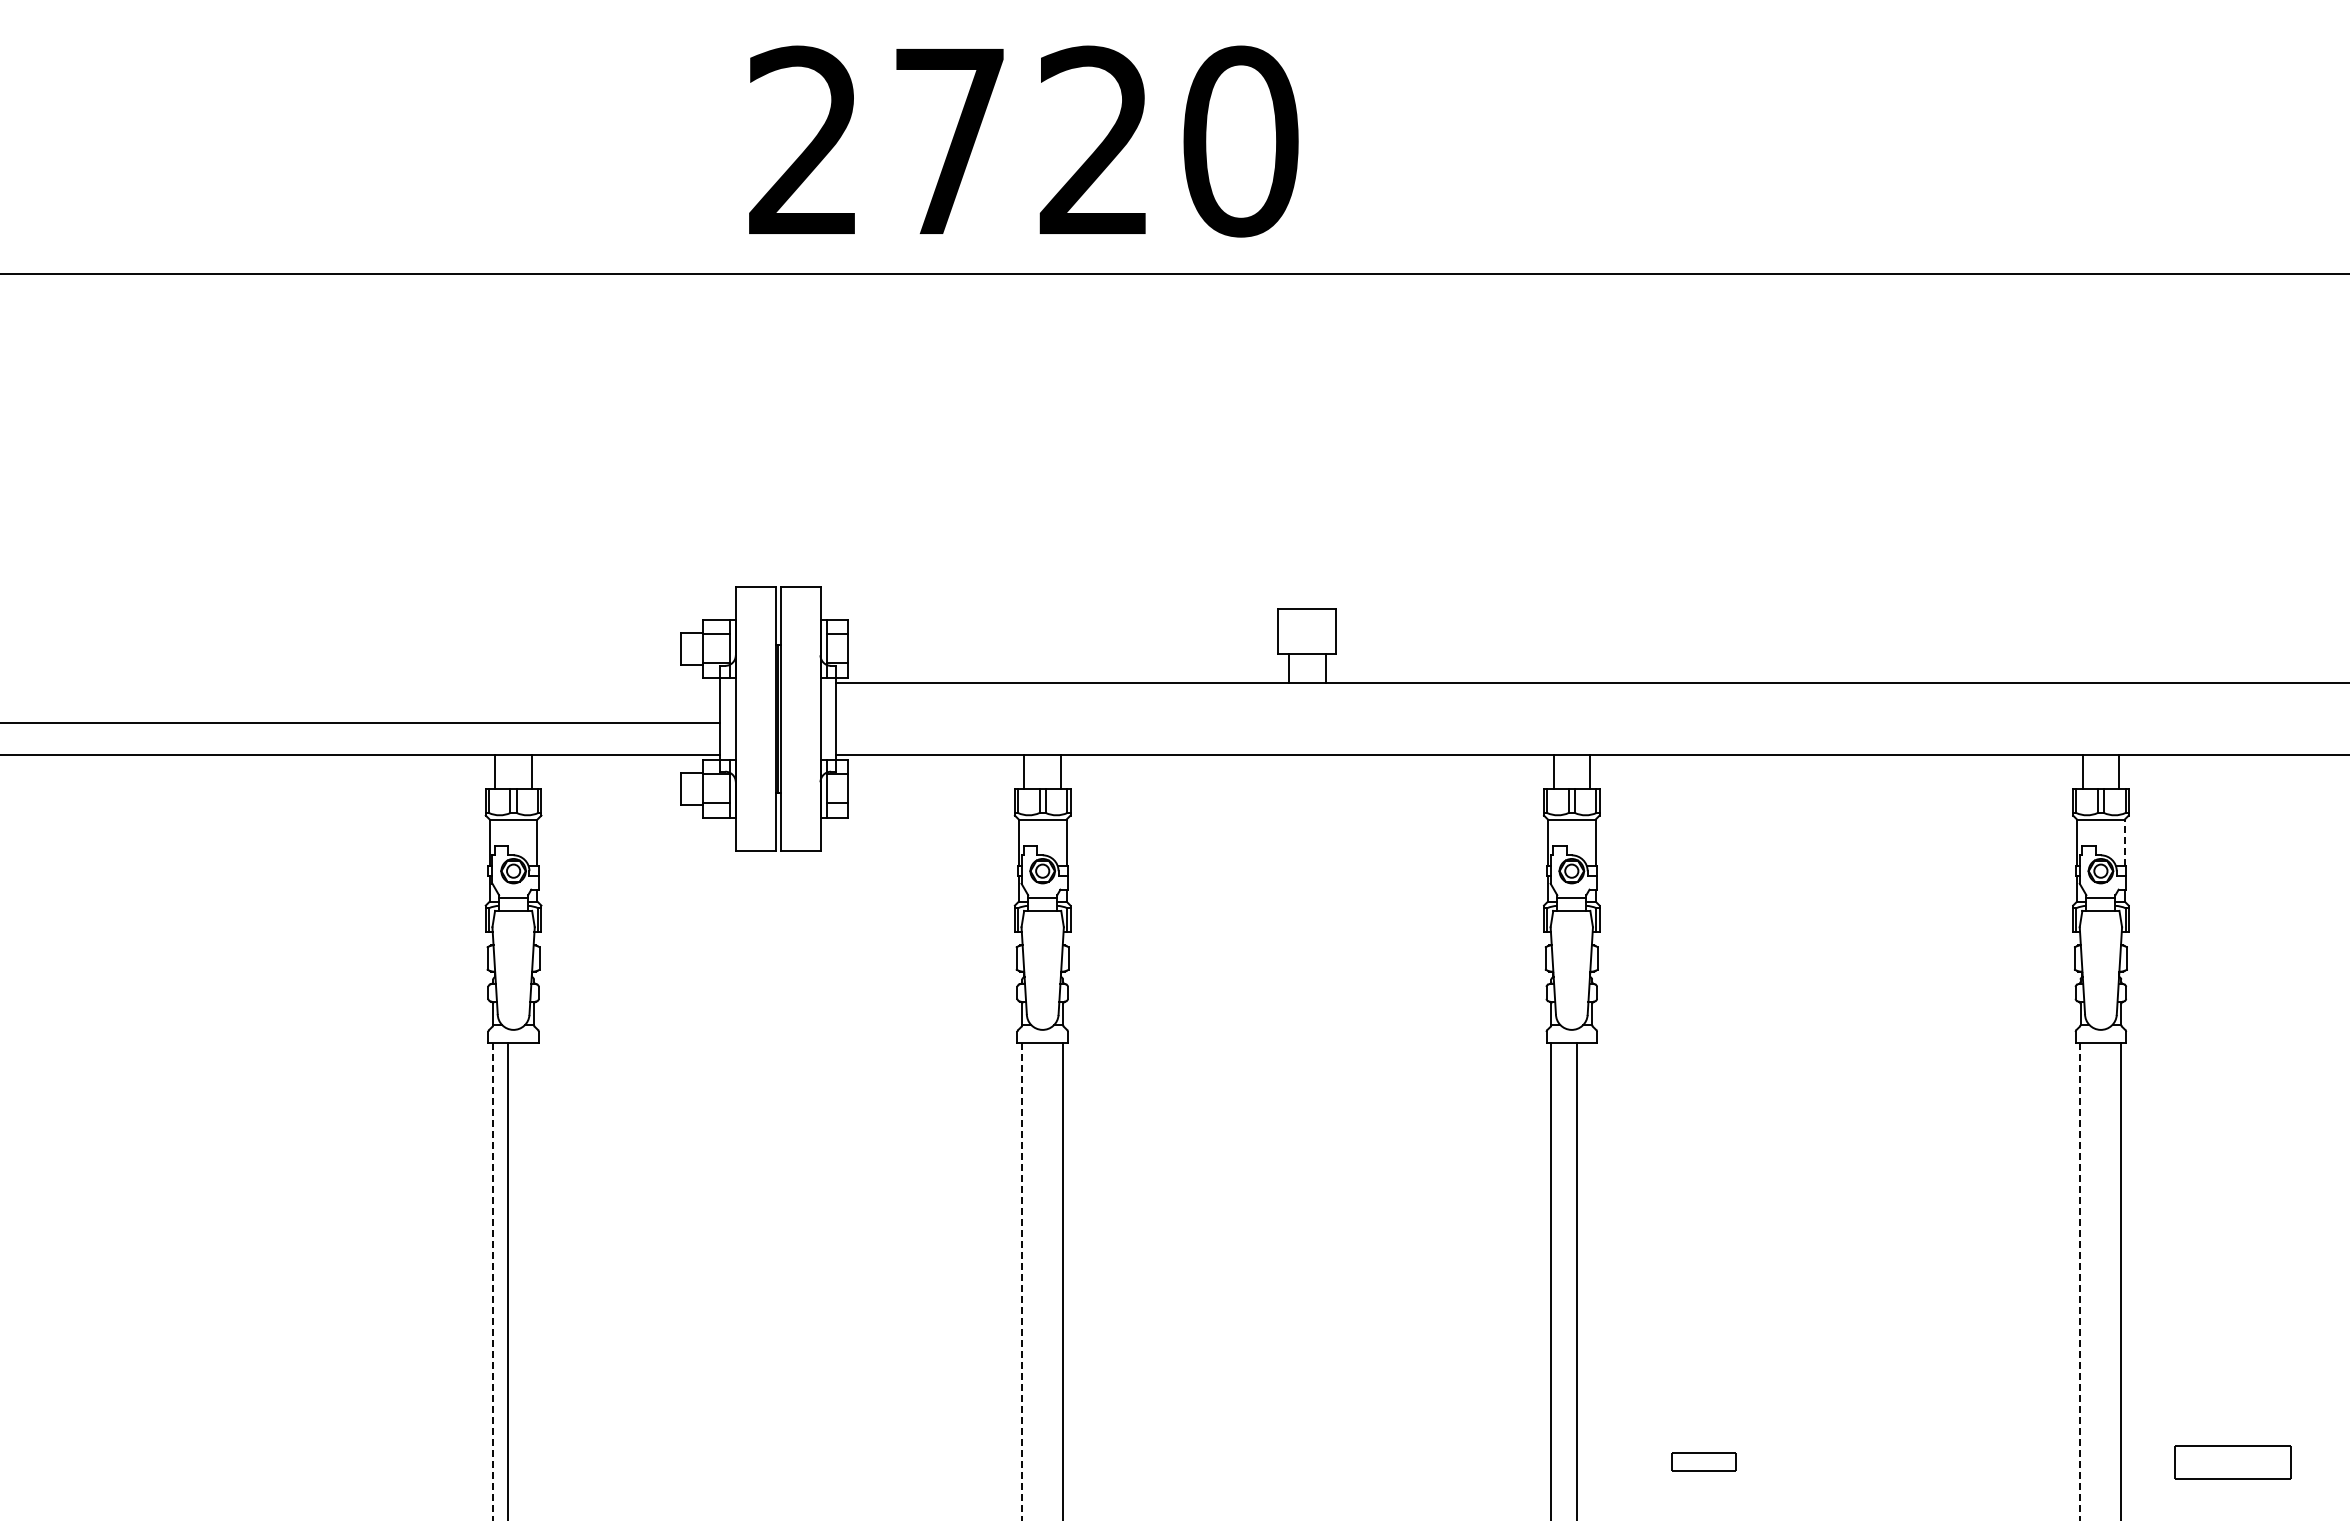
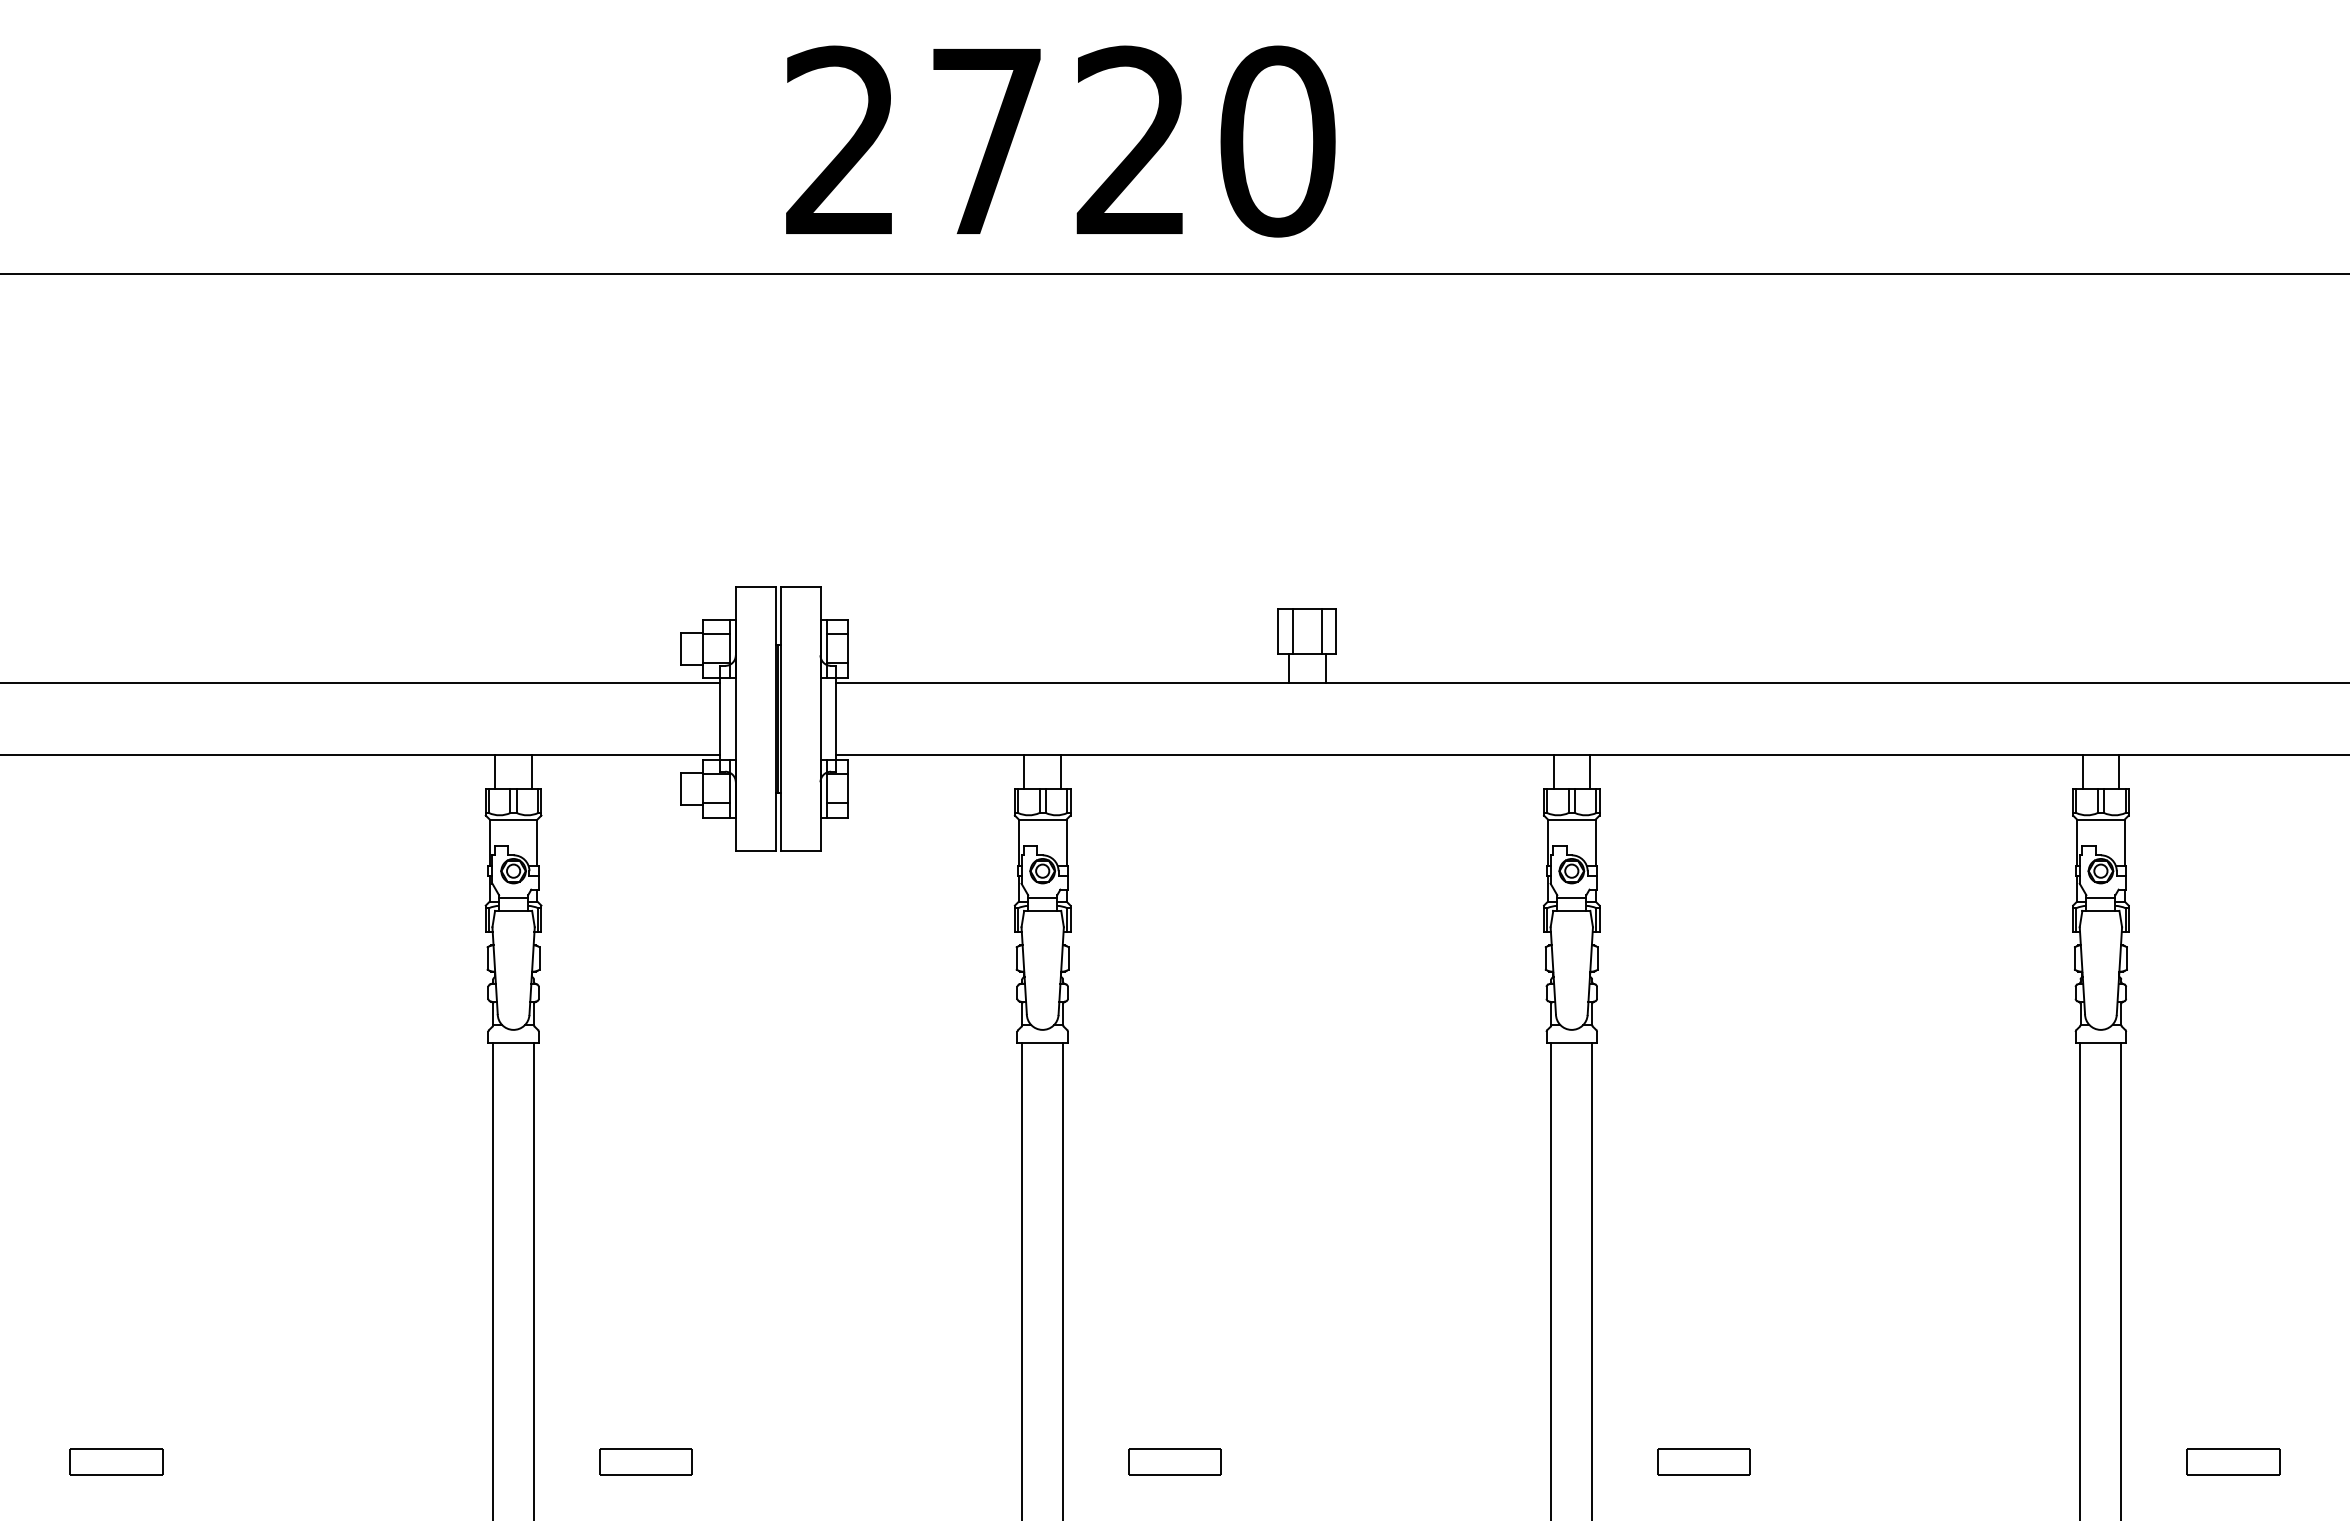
text at (1023, 141) position: (1023, 141) -> (1060, 141)
line at (1292, 630): none -> present
line at (1321, 630): none -> present
line at (360, 722) position: (360, 722) -> (360, 682)
line at (2124, 842): dashed -> solid
line at (508, 1280) position: (508, 1280) -> (534, 1280)
line at (1577, 1280) position: (1577, 1280) -> (1592, 1280)
line at (493, 1282): dashed -> solid
line at (1022, 1282): dashed -> solid
line at (2080, 1282): dashed -> solid
part at (116, 1461): none -> present
part at (645, 1461): none -> present
part at (1174, 1461): none -> present
part at (1703, 1461) size: 66x20 px -> 94x28 px
part at (2232, 1462) size: 118x35 px -> 95x28 px
